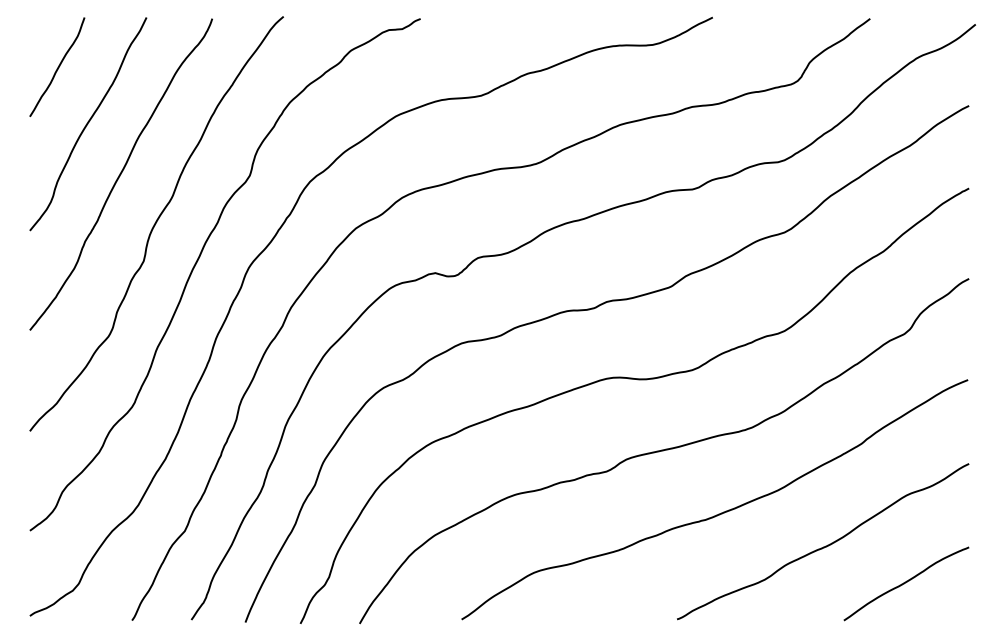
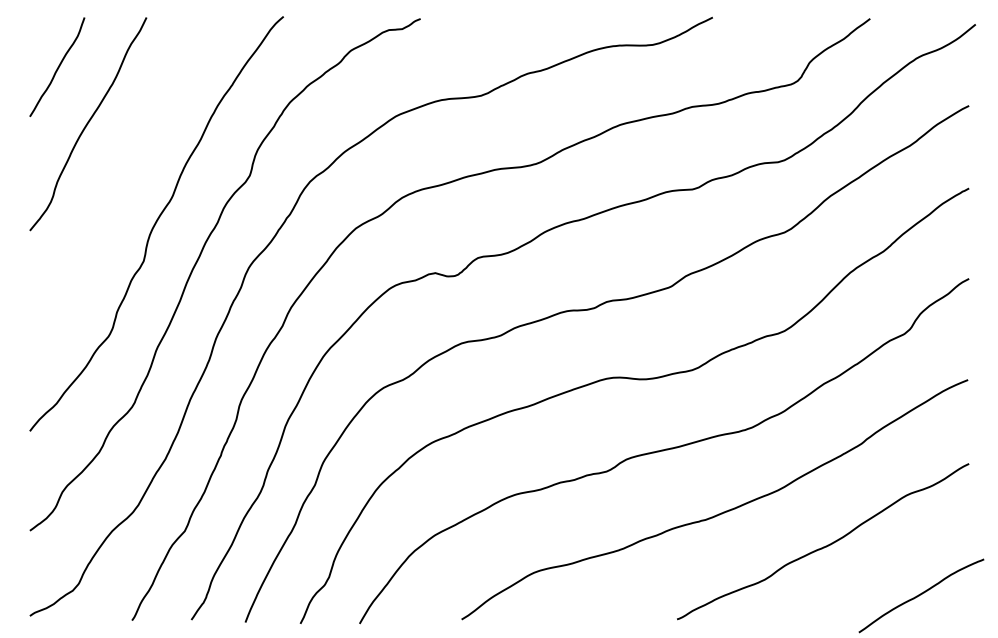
curve at (120, 174): present -> none
curve at (906, 582) position: (906, 582) -> (921, 594)
